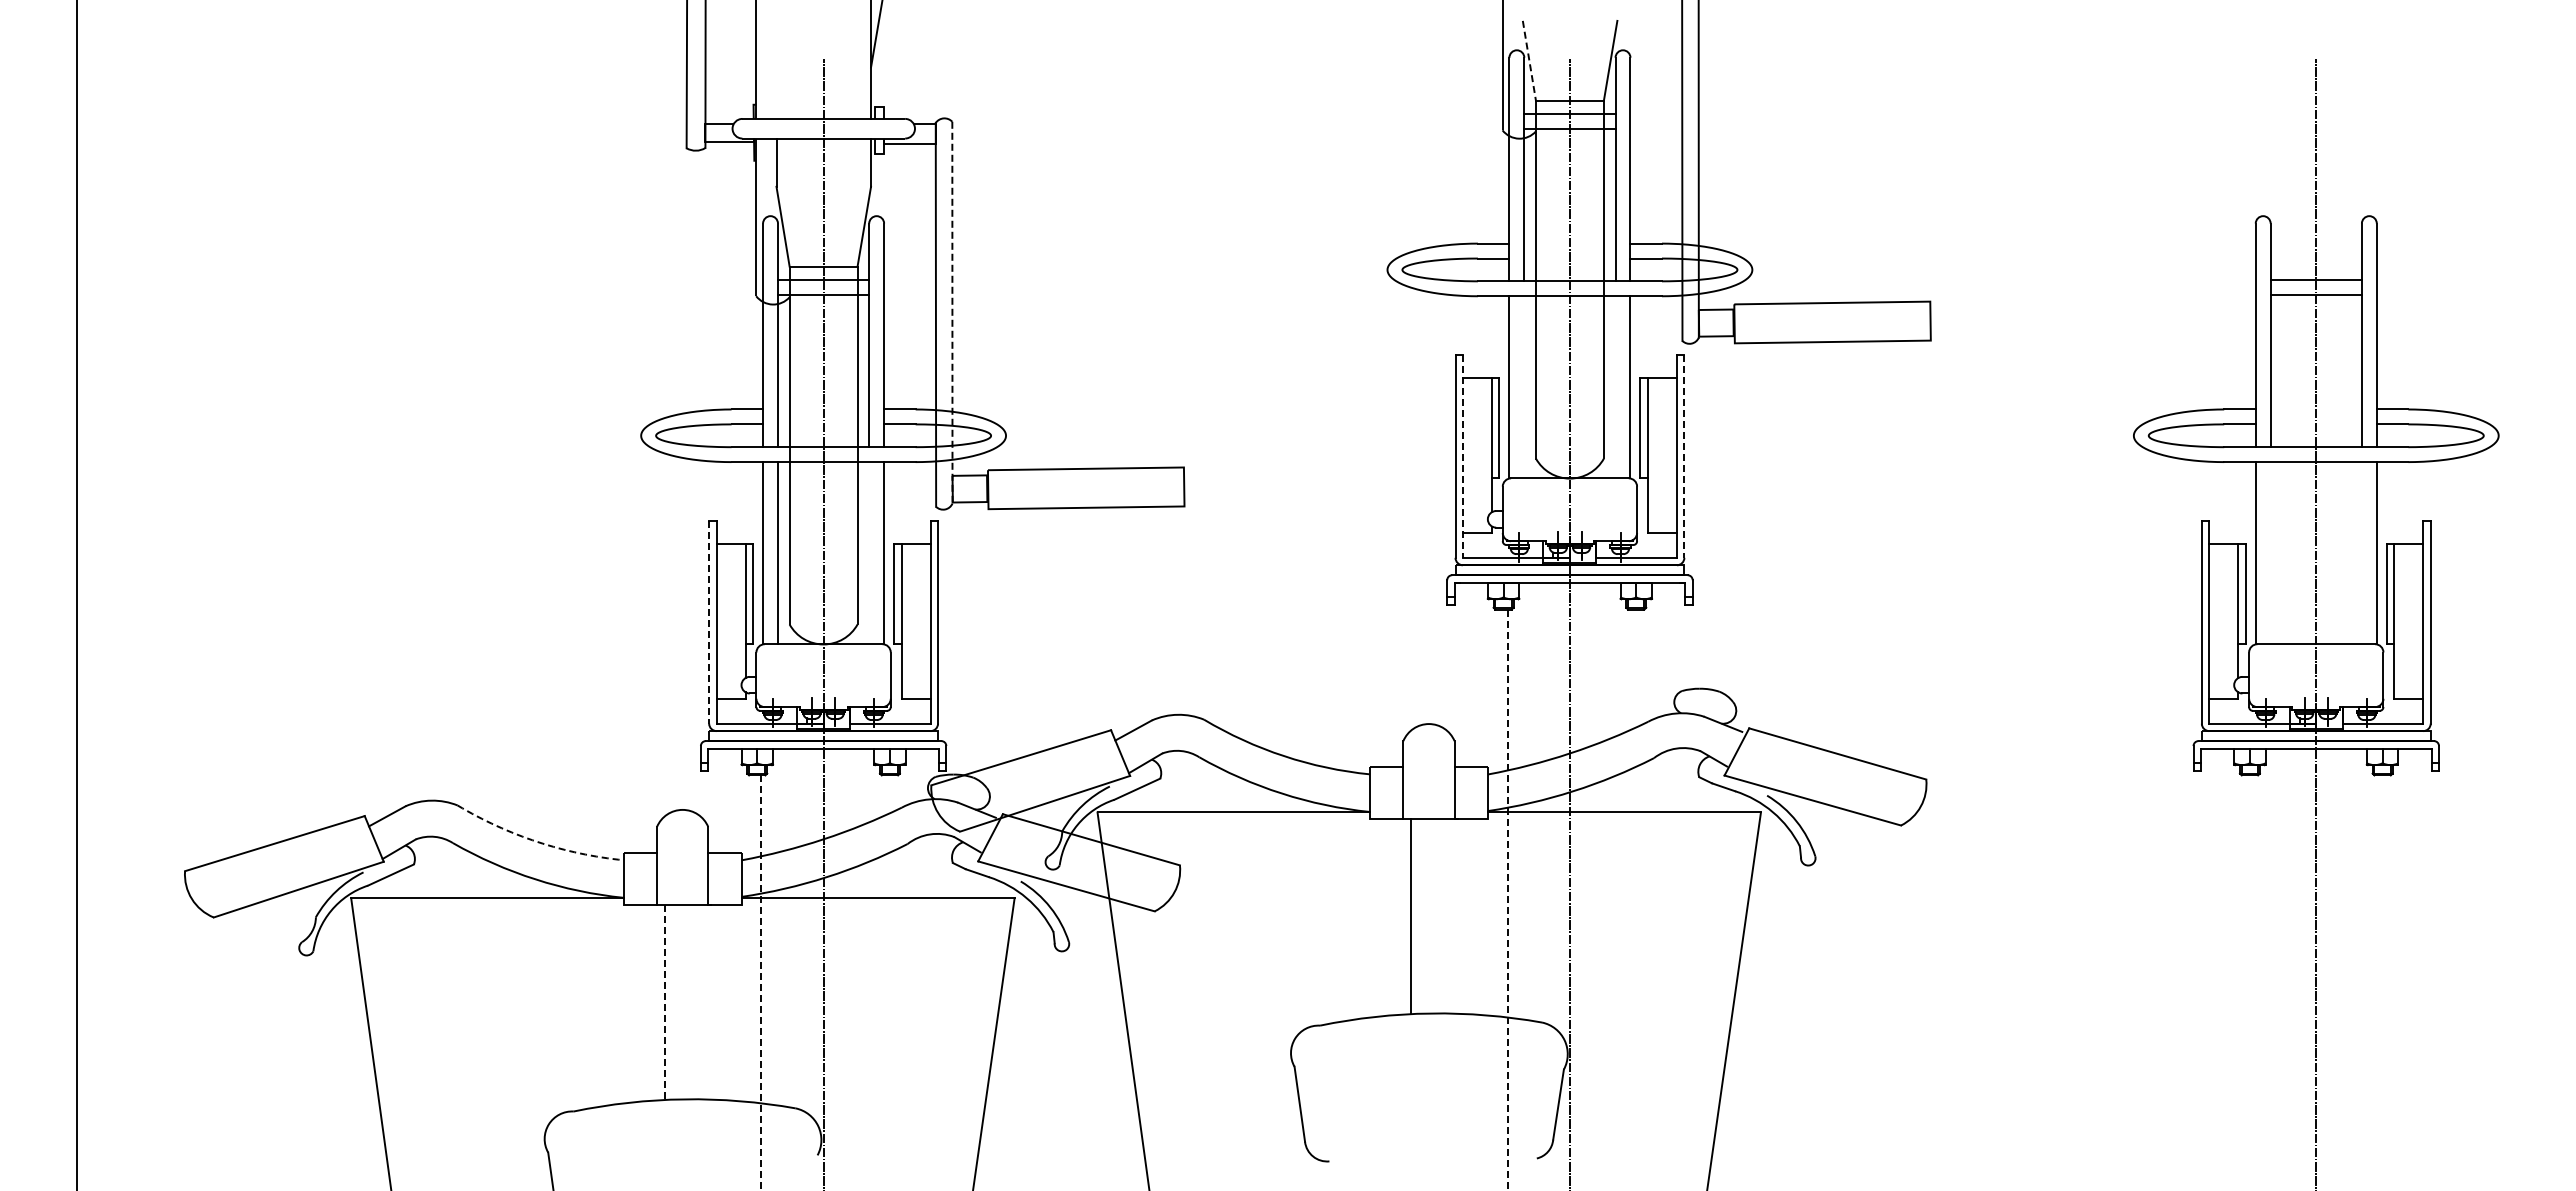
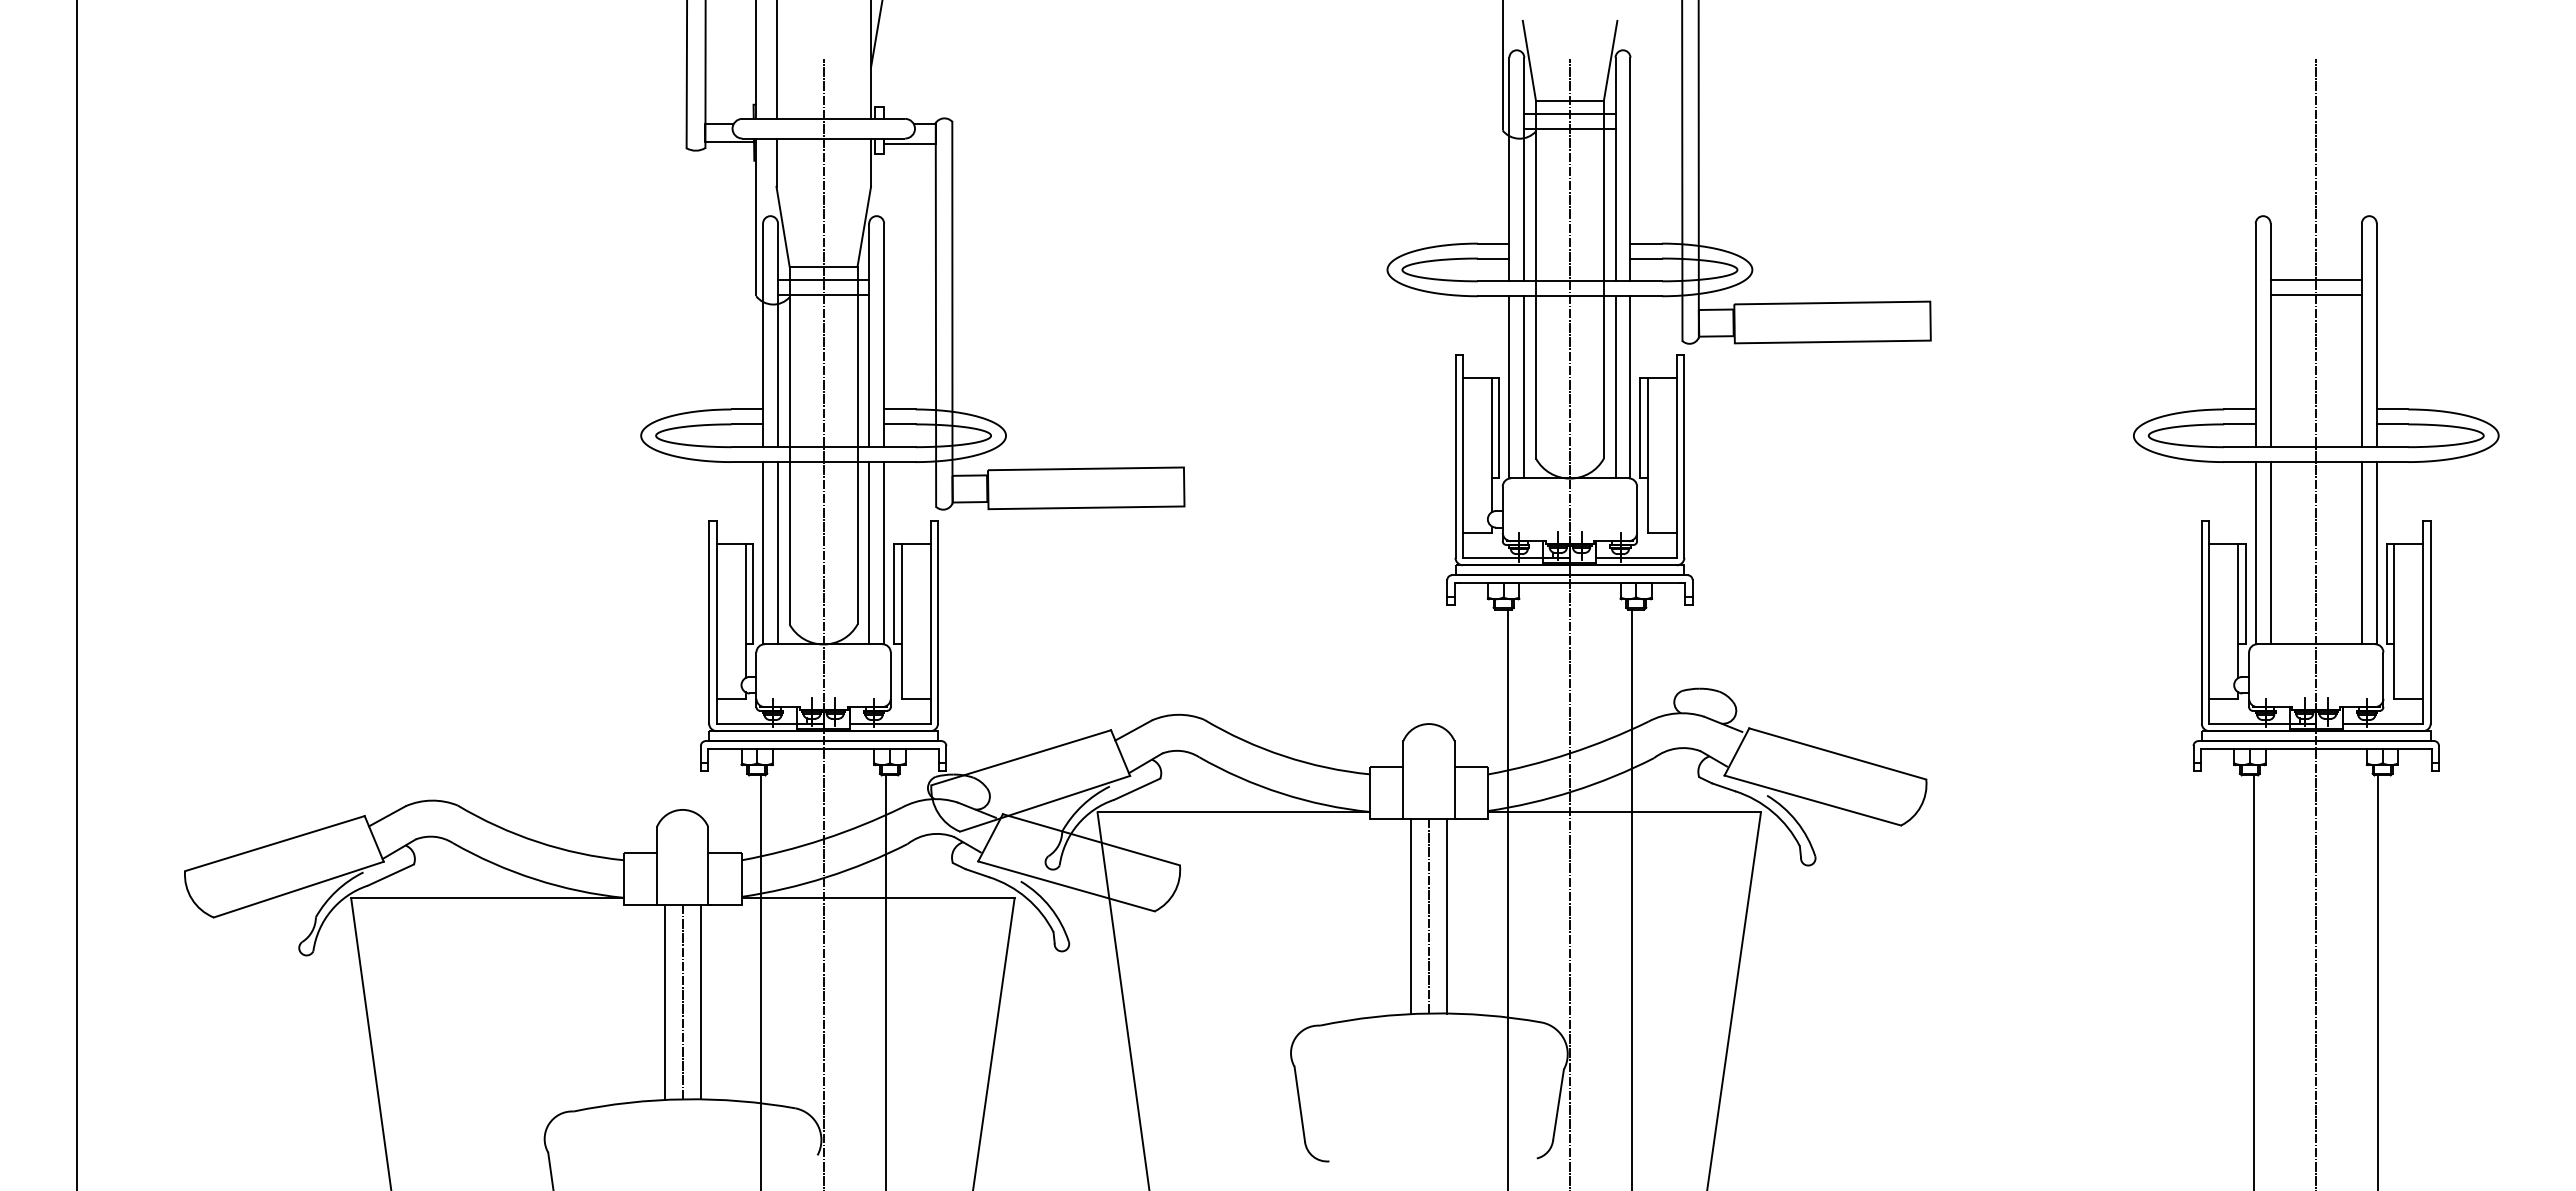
line at (776, 60): none -> present
line at (1529, 61): dashed -> solid
line at (952, 312): dashed -> solid
line at (1524, 387): none -> present
line at (1615, 387): none -> present
line at (1462, 456): dashed -> solid
line at (1684, 456): dashed -> solid
line at (869, 553): none -> present
line at (2270, 553): none -> present
line at (2361, 553): none -> present
line at (709, 622): dashed -> solid
arc at (537, 841): dashed -> solid
line at (1632, 898): none -> present
line at (1507, 900): dashed -> solid
line at (1428, 916): none -> present
line at (1447, 916): none -> present
line at (885, 981): none -> present
line at (2254, 981): none -> present
line at (2378, 981): none -> present
line at (761, 983): dashed -> solid
line at (682, 1001): none -> present
line at (701, 1001): none -> present
line at (664, 1002): dashed -> solid
